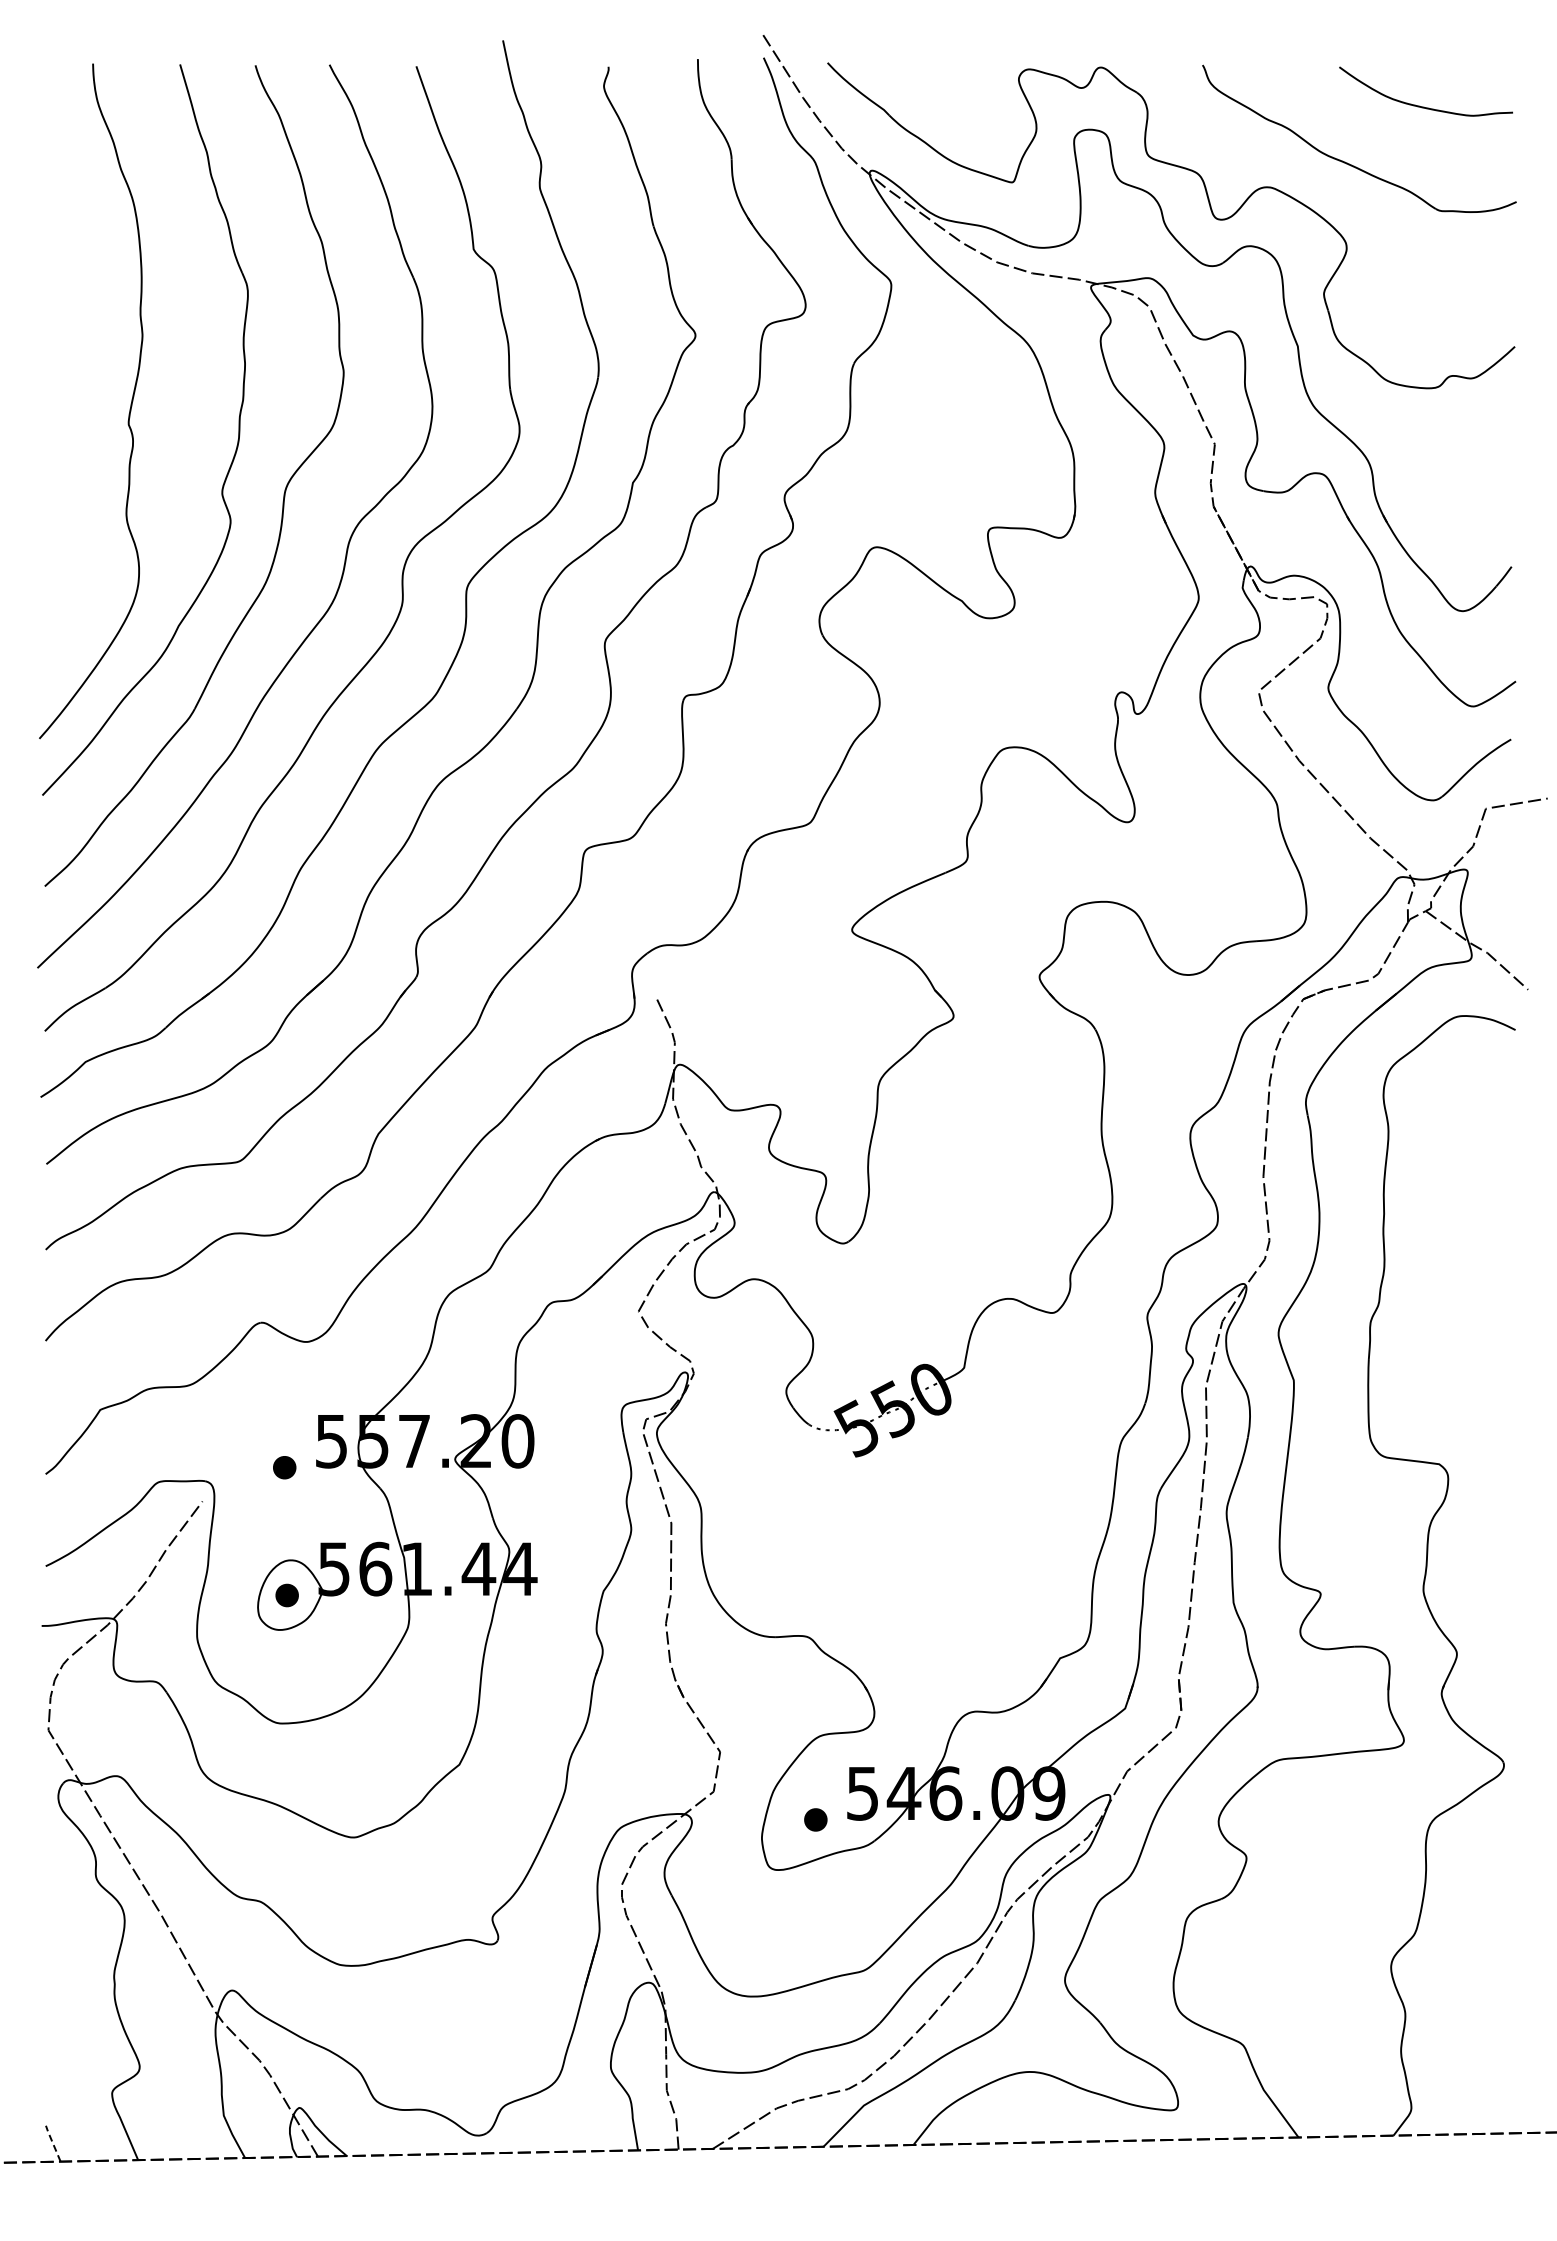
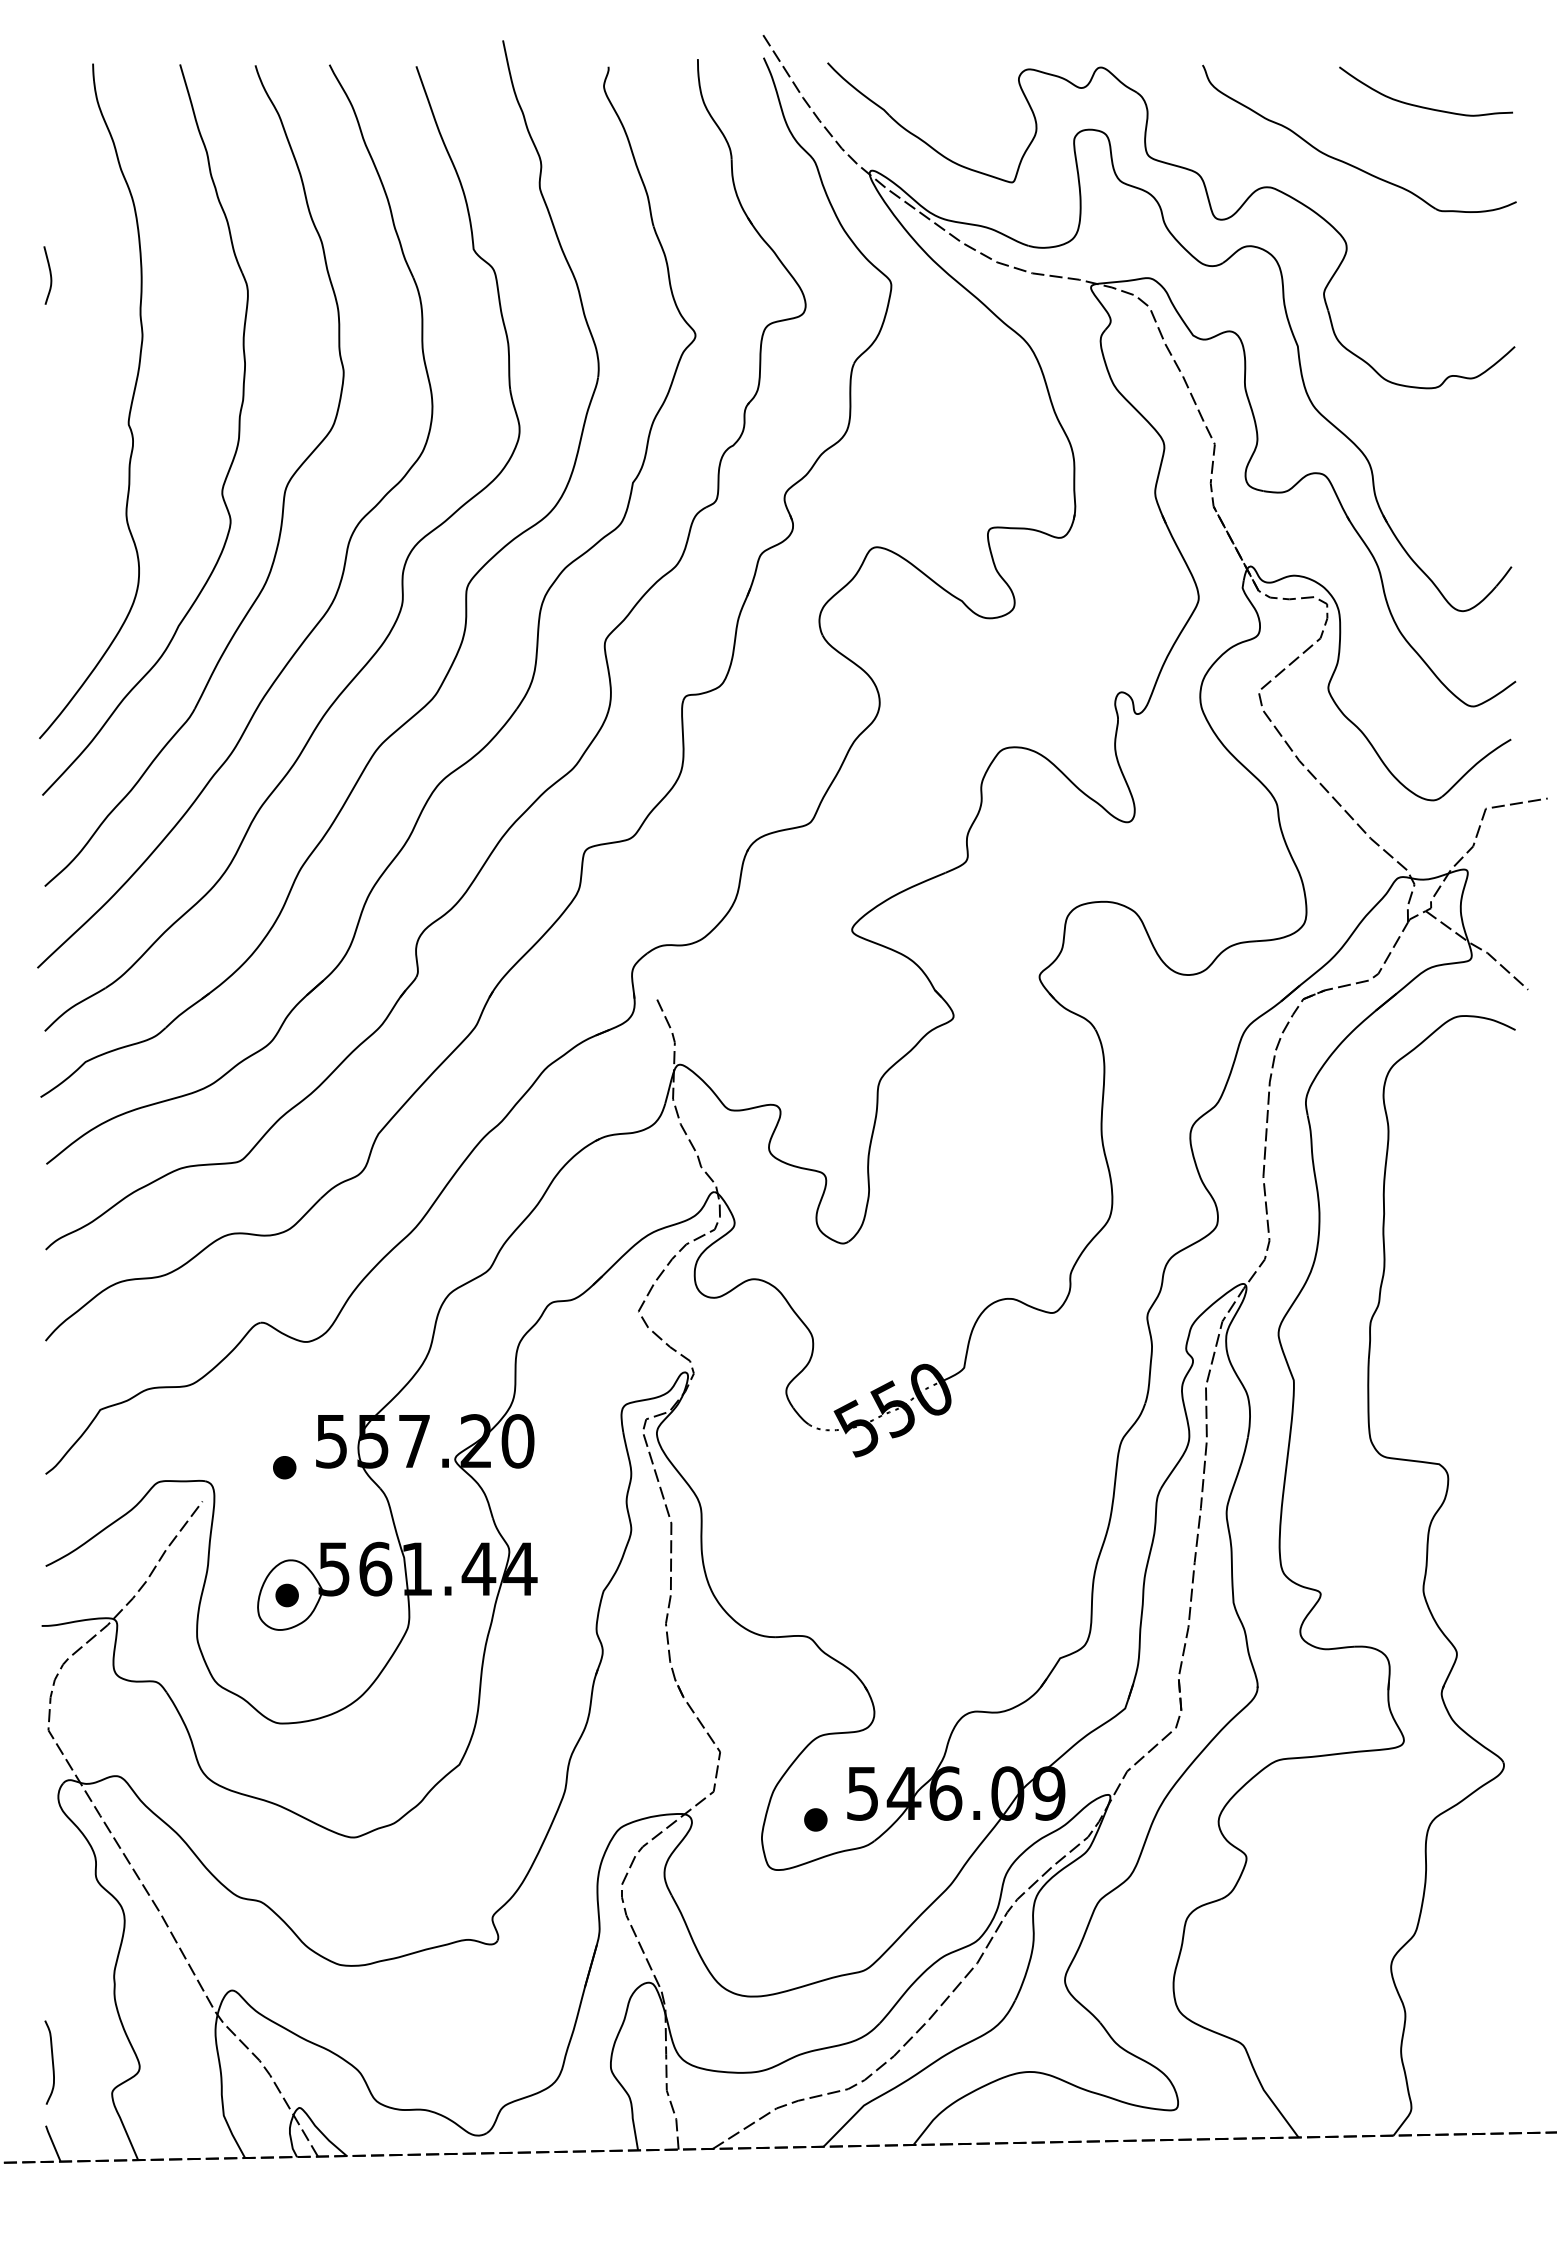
curve at (49, 274): none -> present
curve at (51, 2060): none -> present
line at (52, 2142): dashed -> solid
